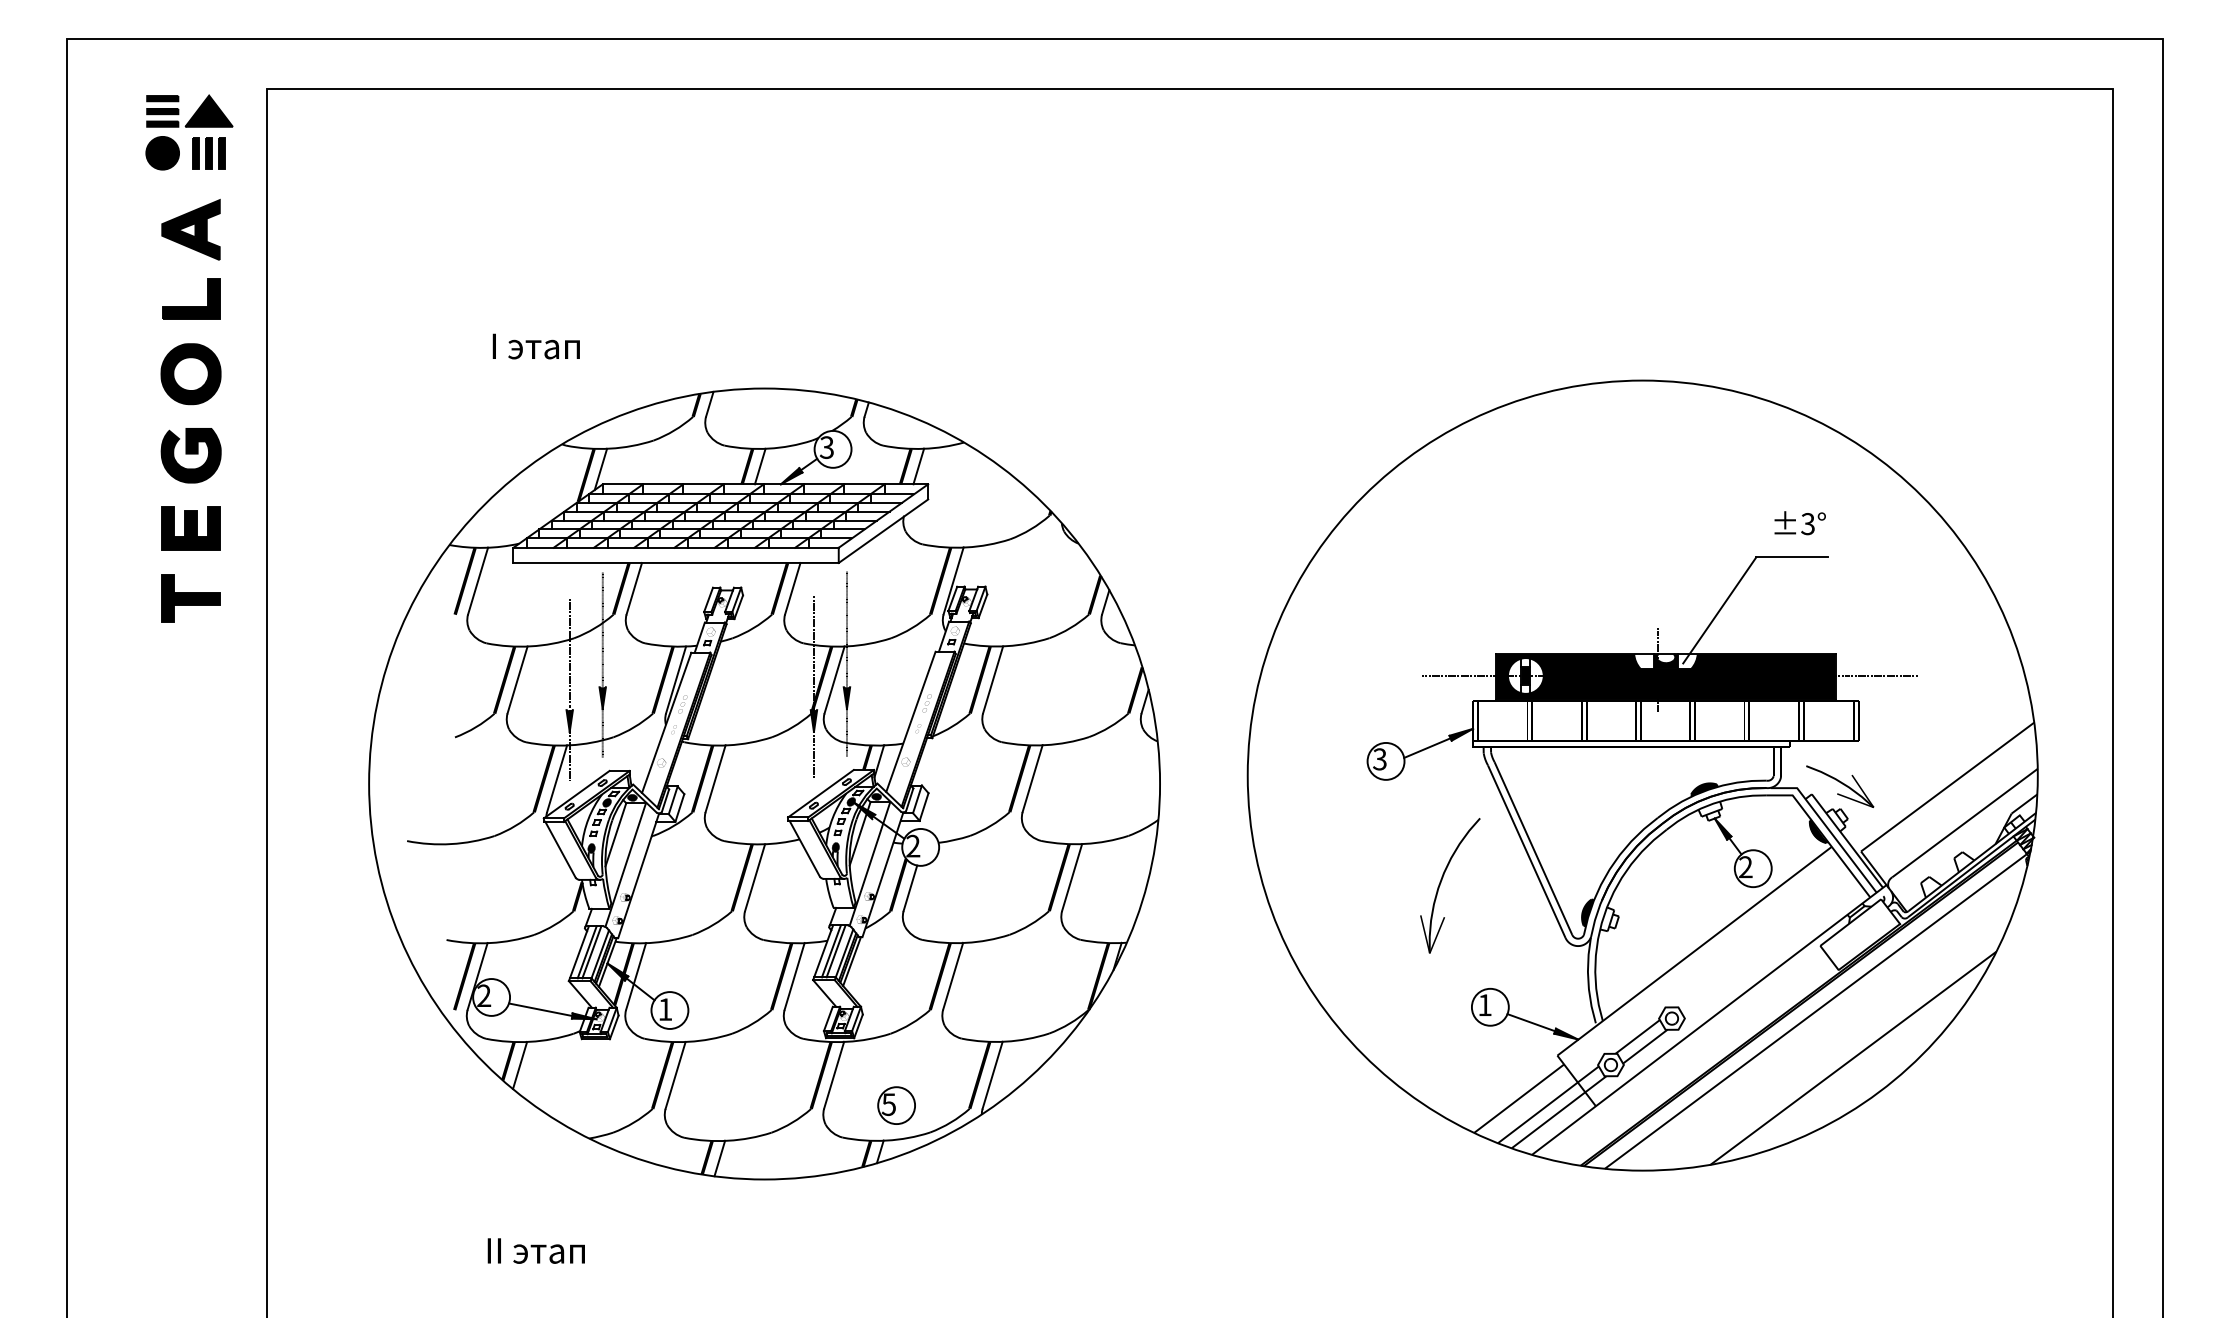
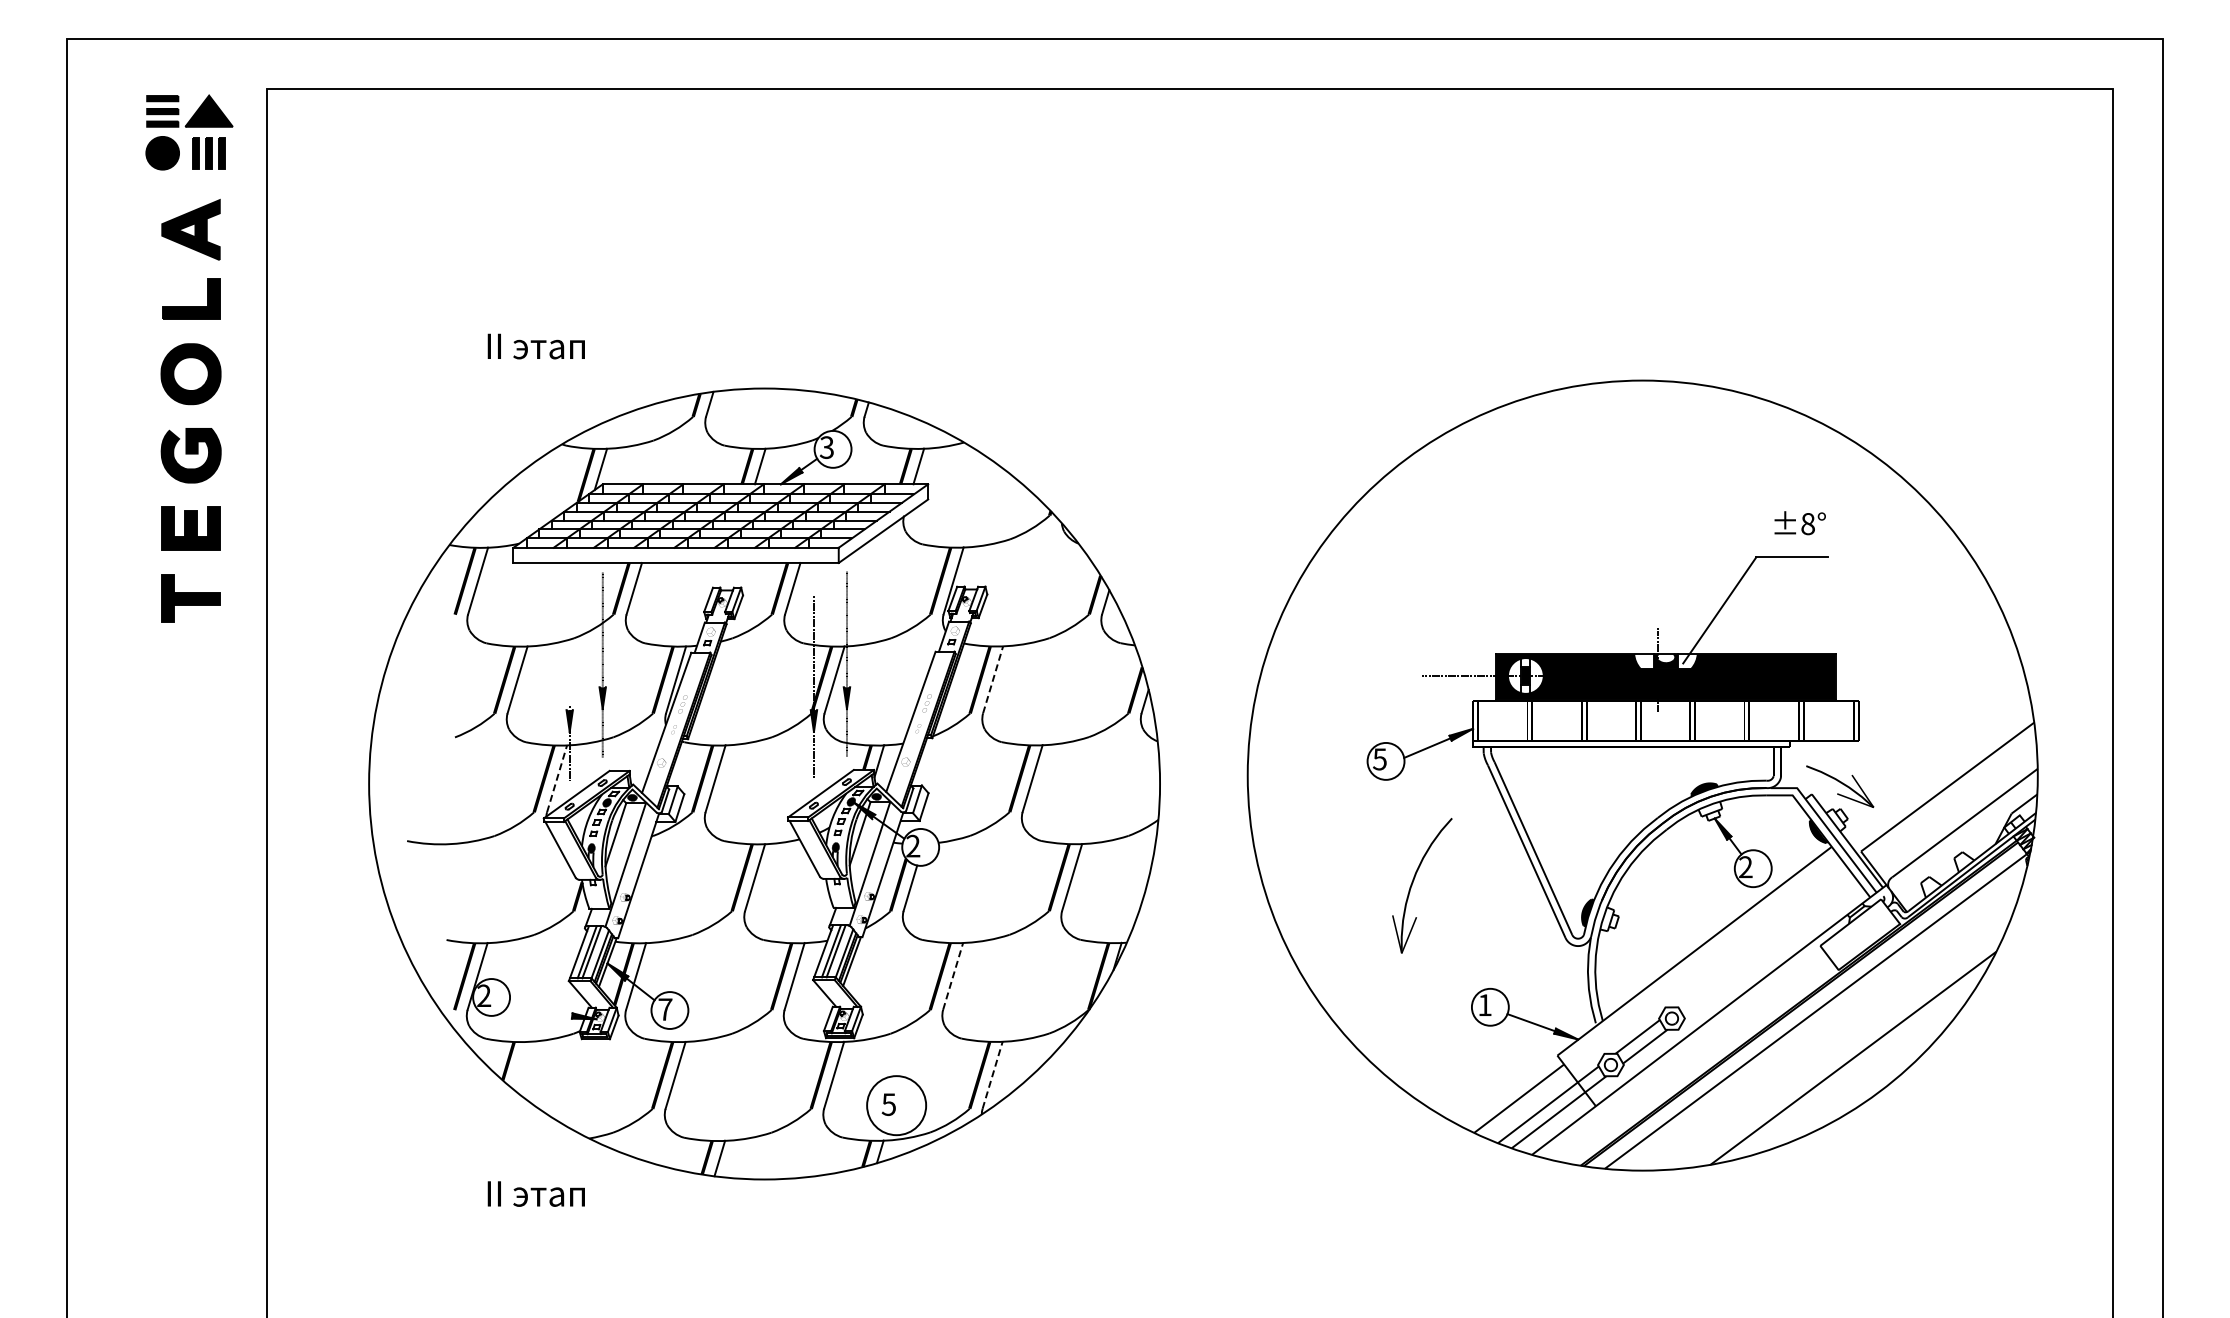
text at (535, 346): I этап -> II этап
text at (1807, 524): ±3° -> ±8°
line at (569, 651): present -> none
line at (1873, 675): present -> none
line at (993, 679): solid -> dashed
text at (1379, 758): 3 -> 5
line at (557, 778): solid -> dashed
part at (1441, 883) position: (1441, 883) -> (1413, 883)
line at (953, 976): solid -> dashed
line at (540, 1009): present -> none
text at (665, 1009): 1 -> 7
line at (520, 1065): present -> none
line at (992, 1075): solid -> dashed
circle at (896, 1105) diameter: 37 px -> 59 px
text at (535, 1250) position: (535, 1250) -> (535, 1193)
